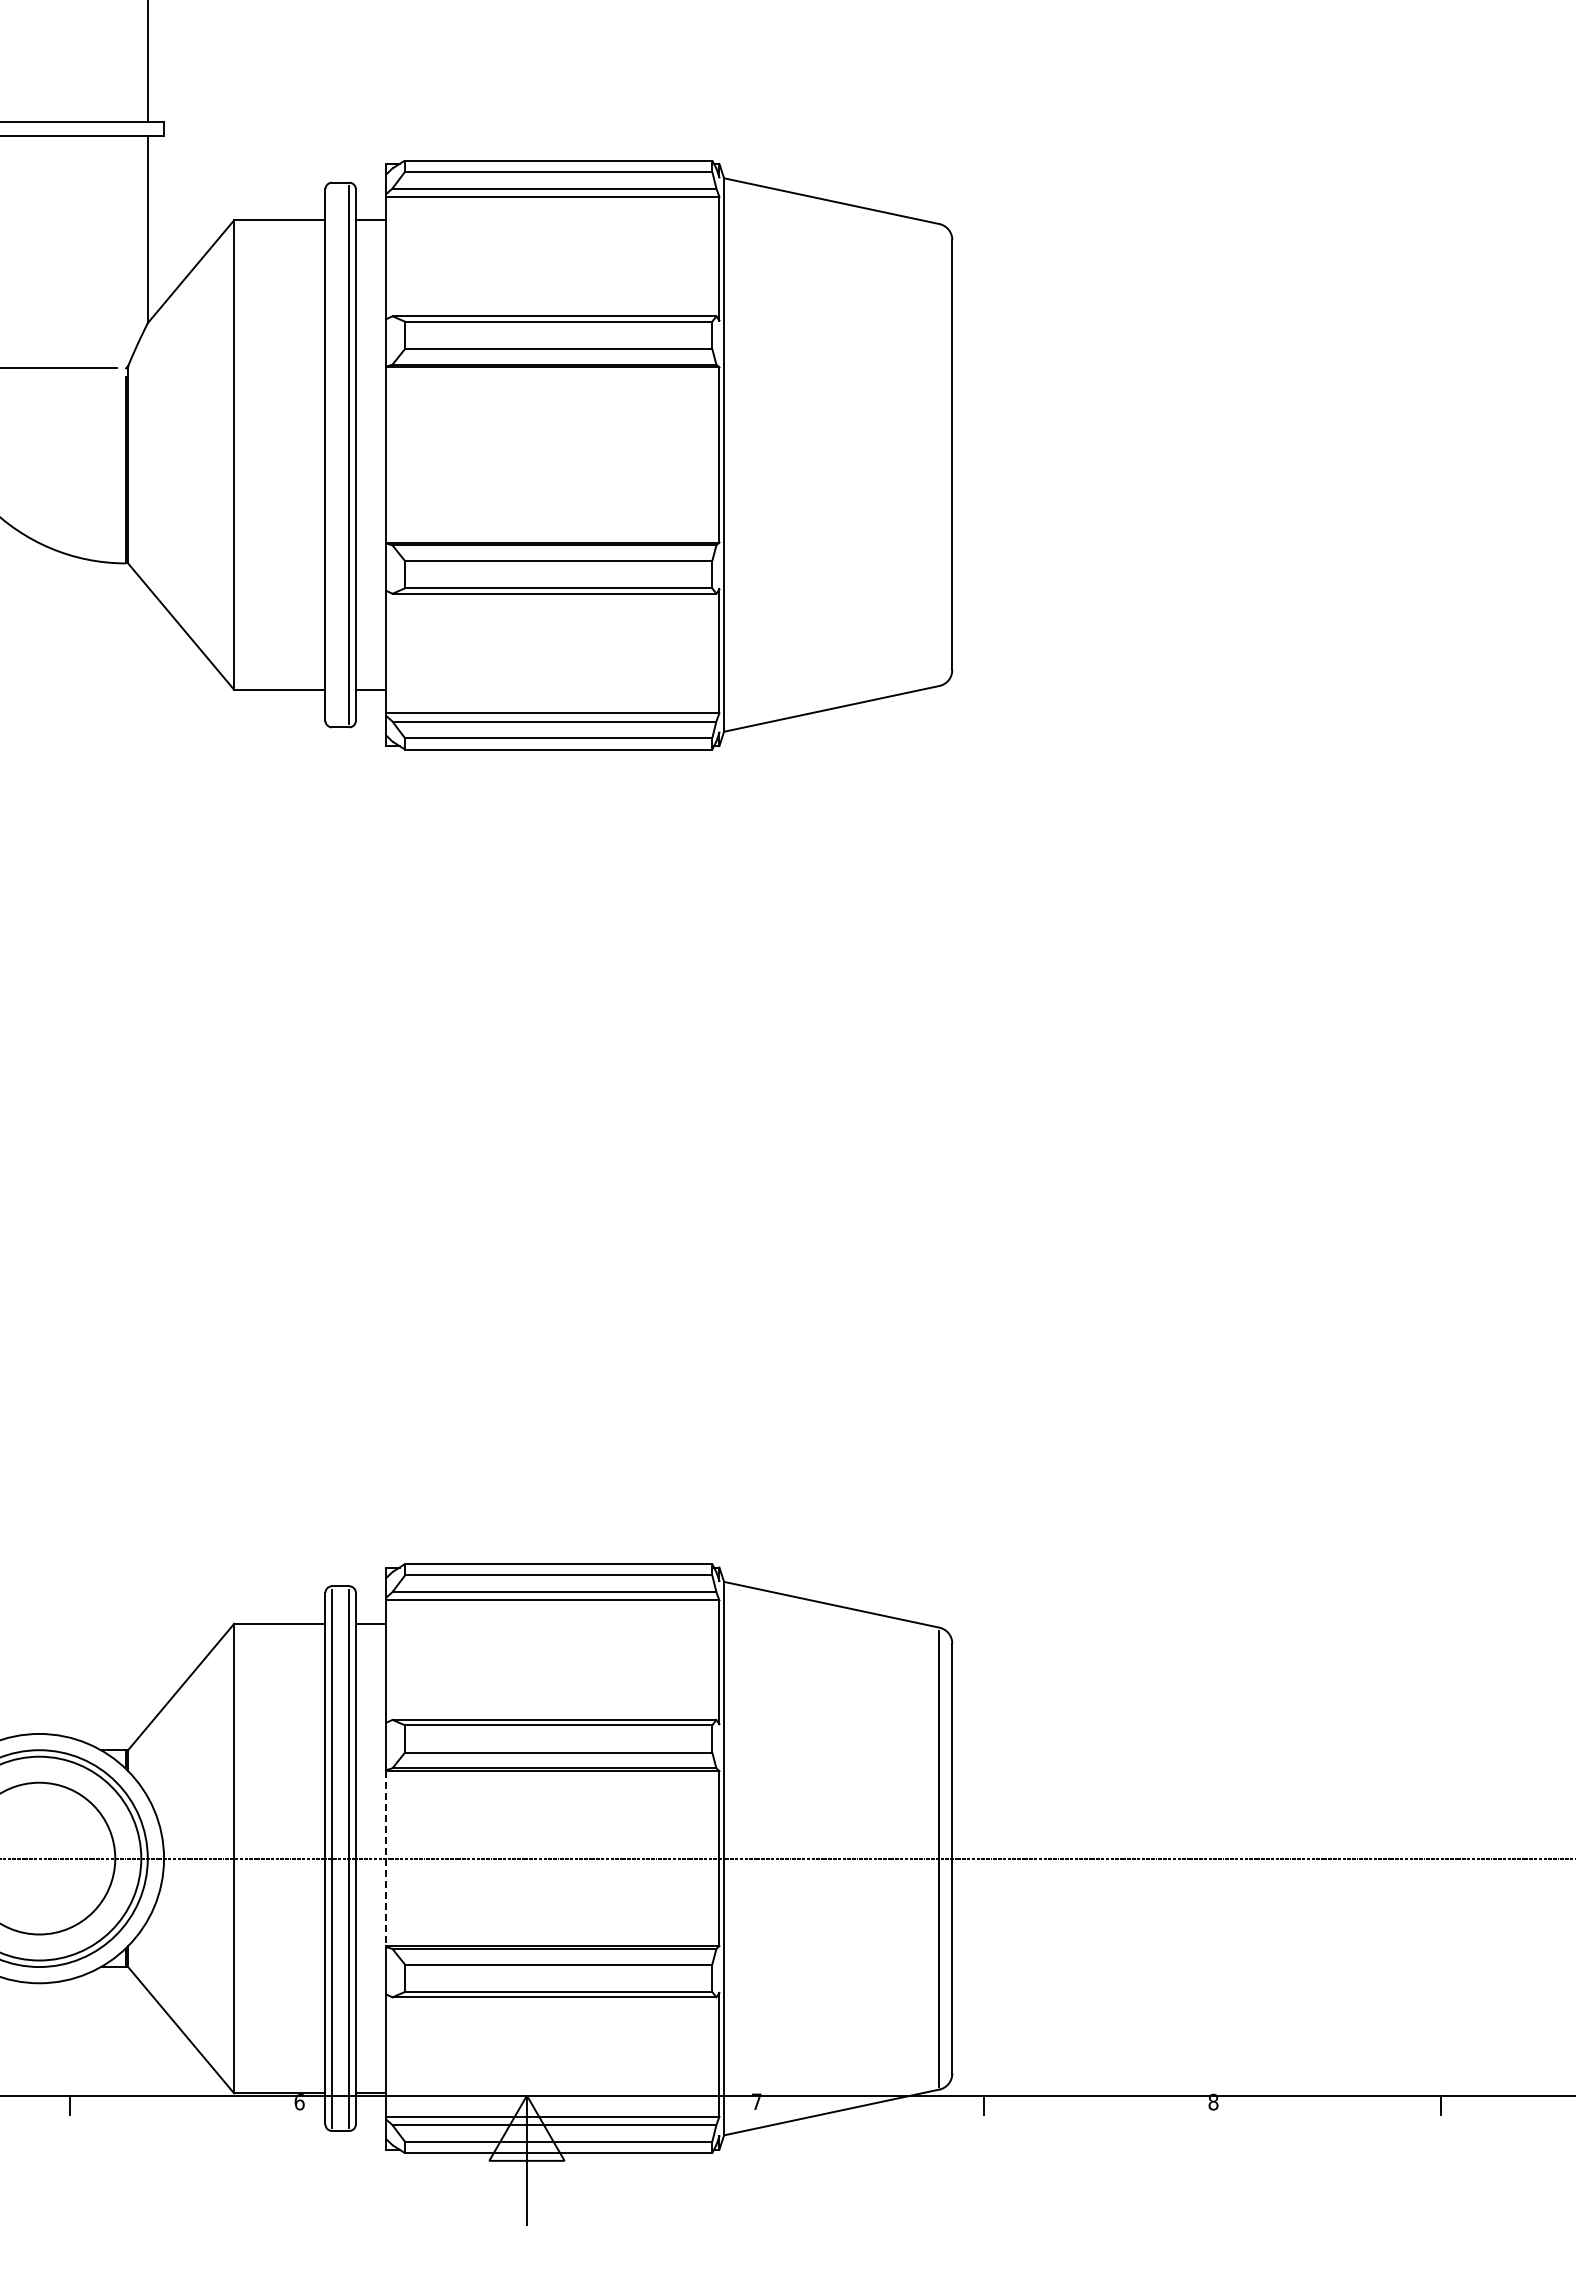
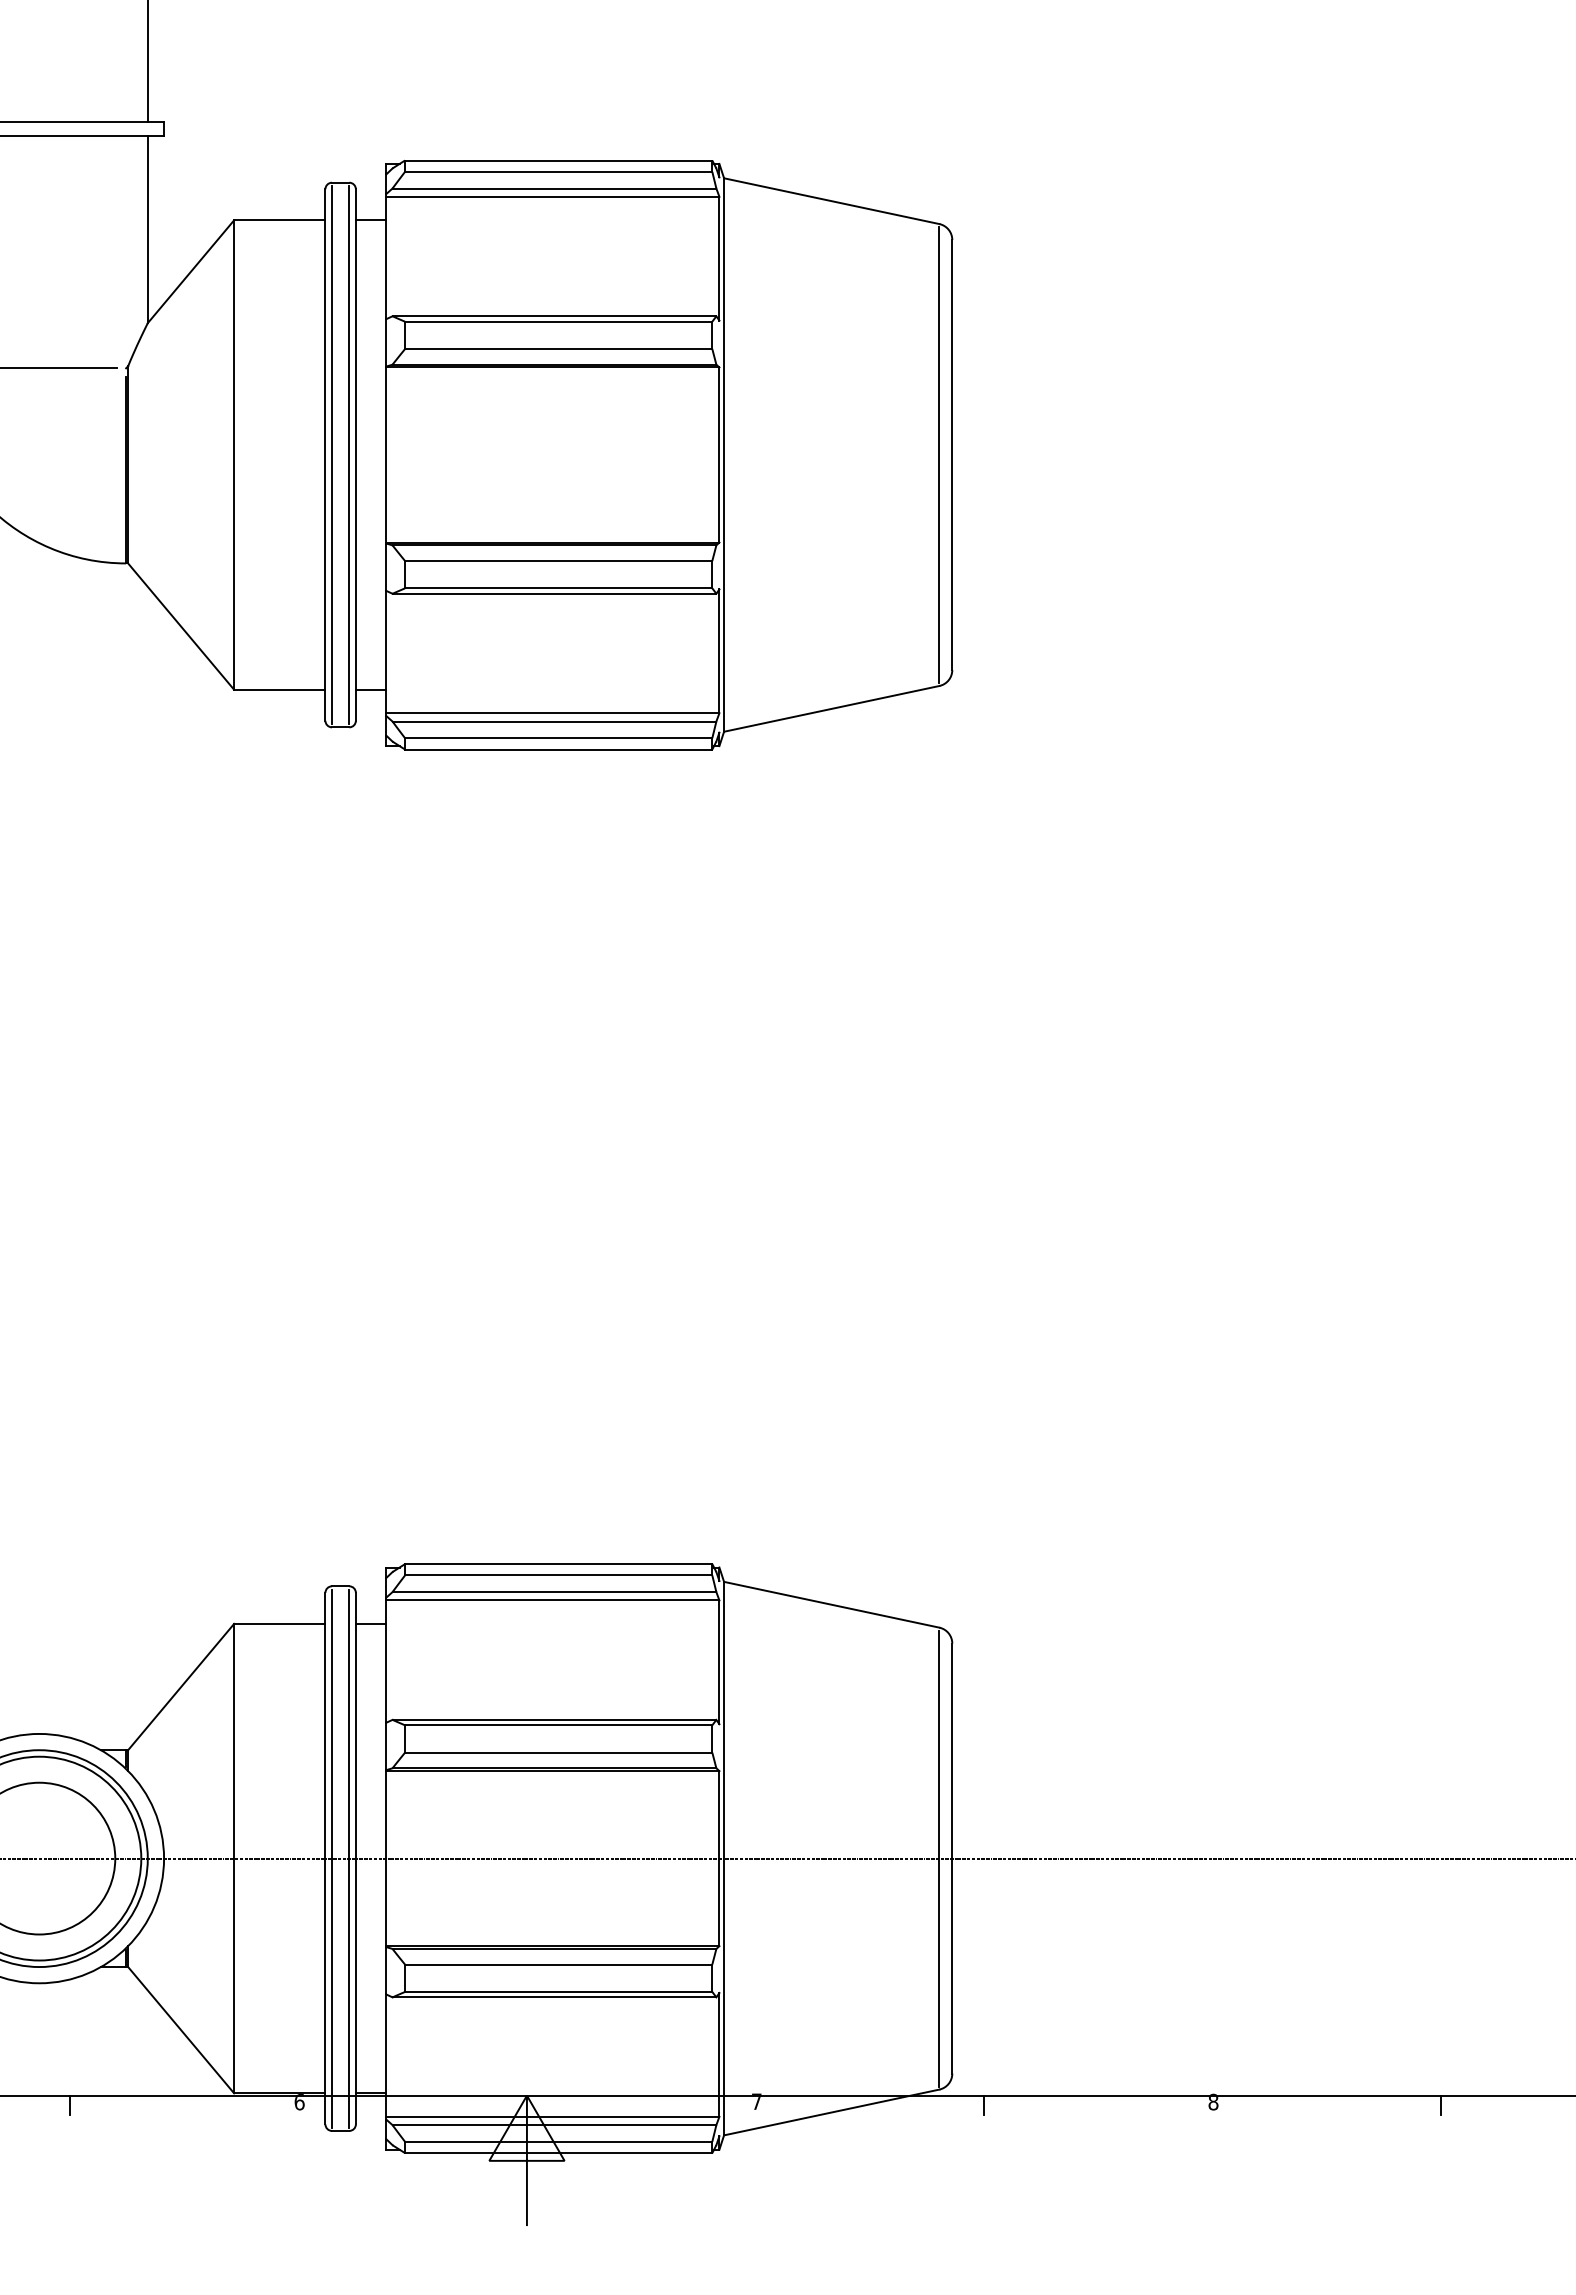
line at (331, 454): none -> present
line at (939, 454): none -> present
line at (386, 1858): dashed -> solid
